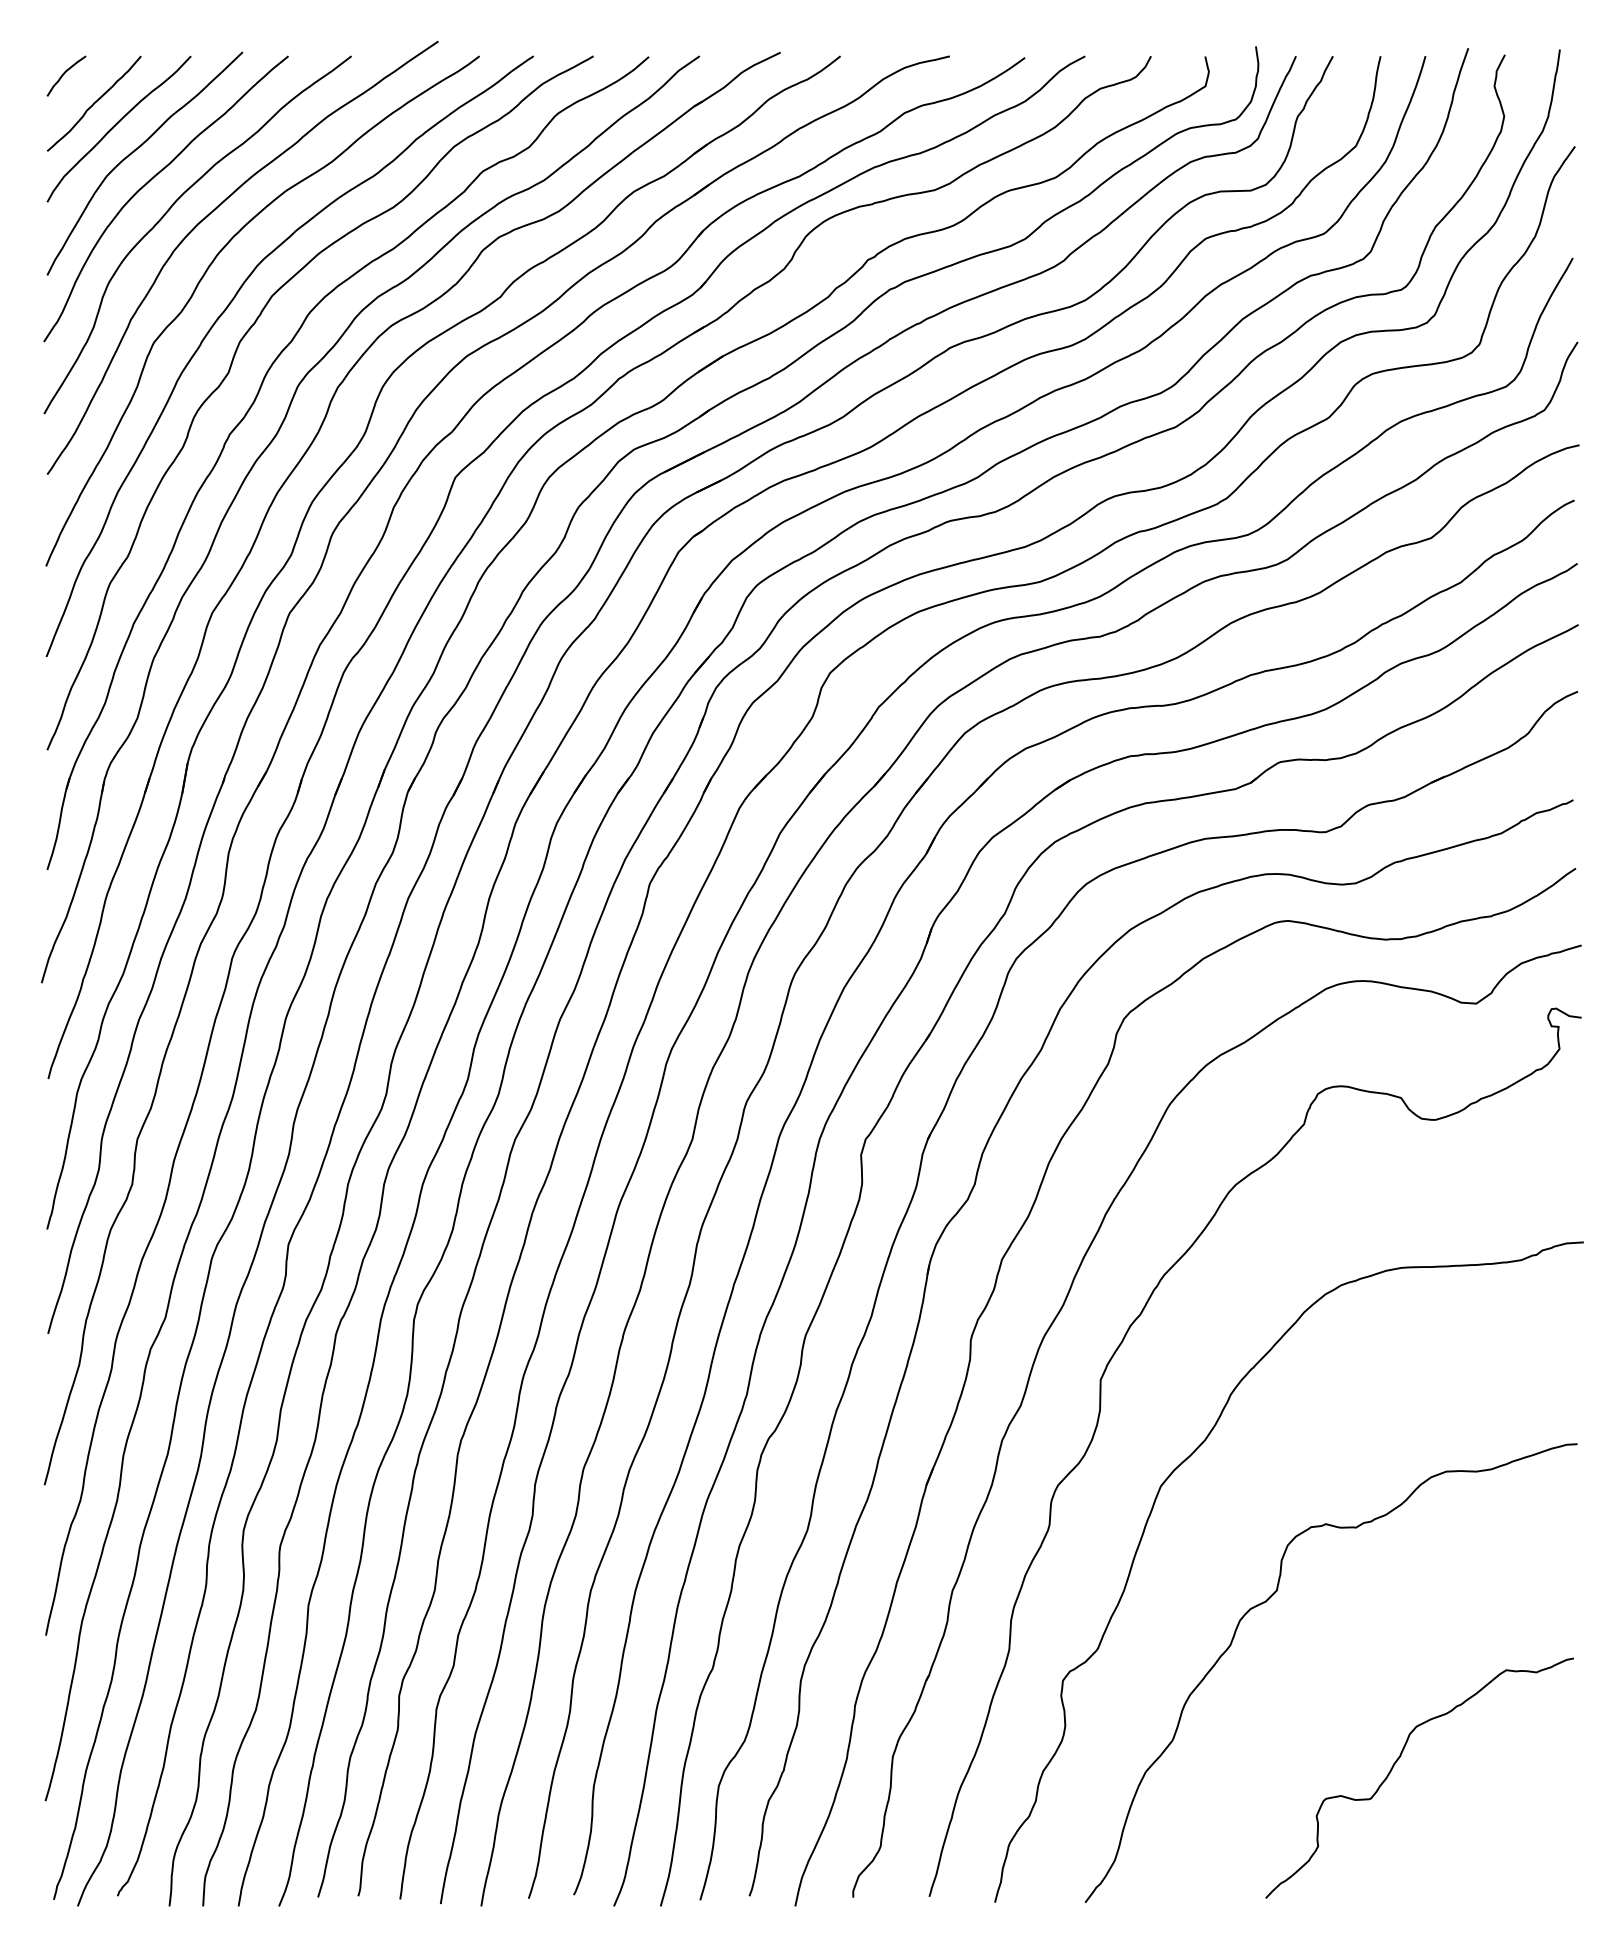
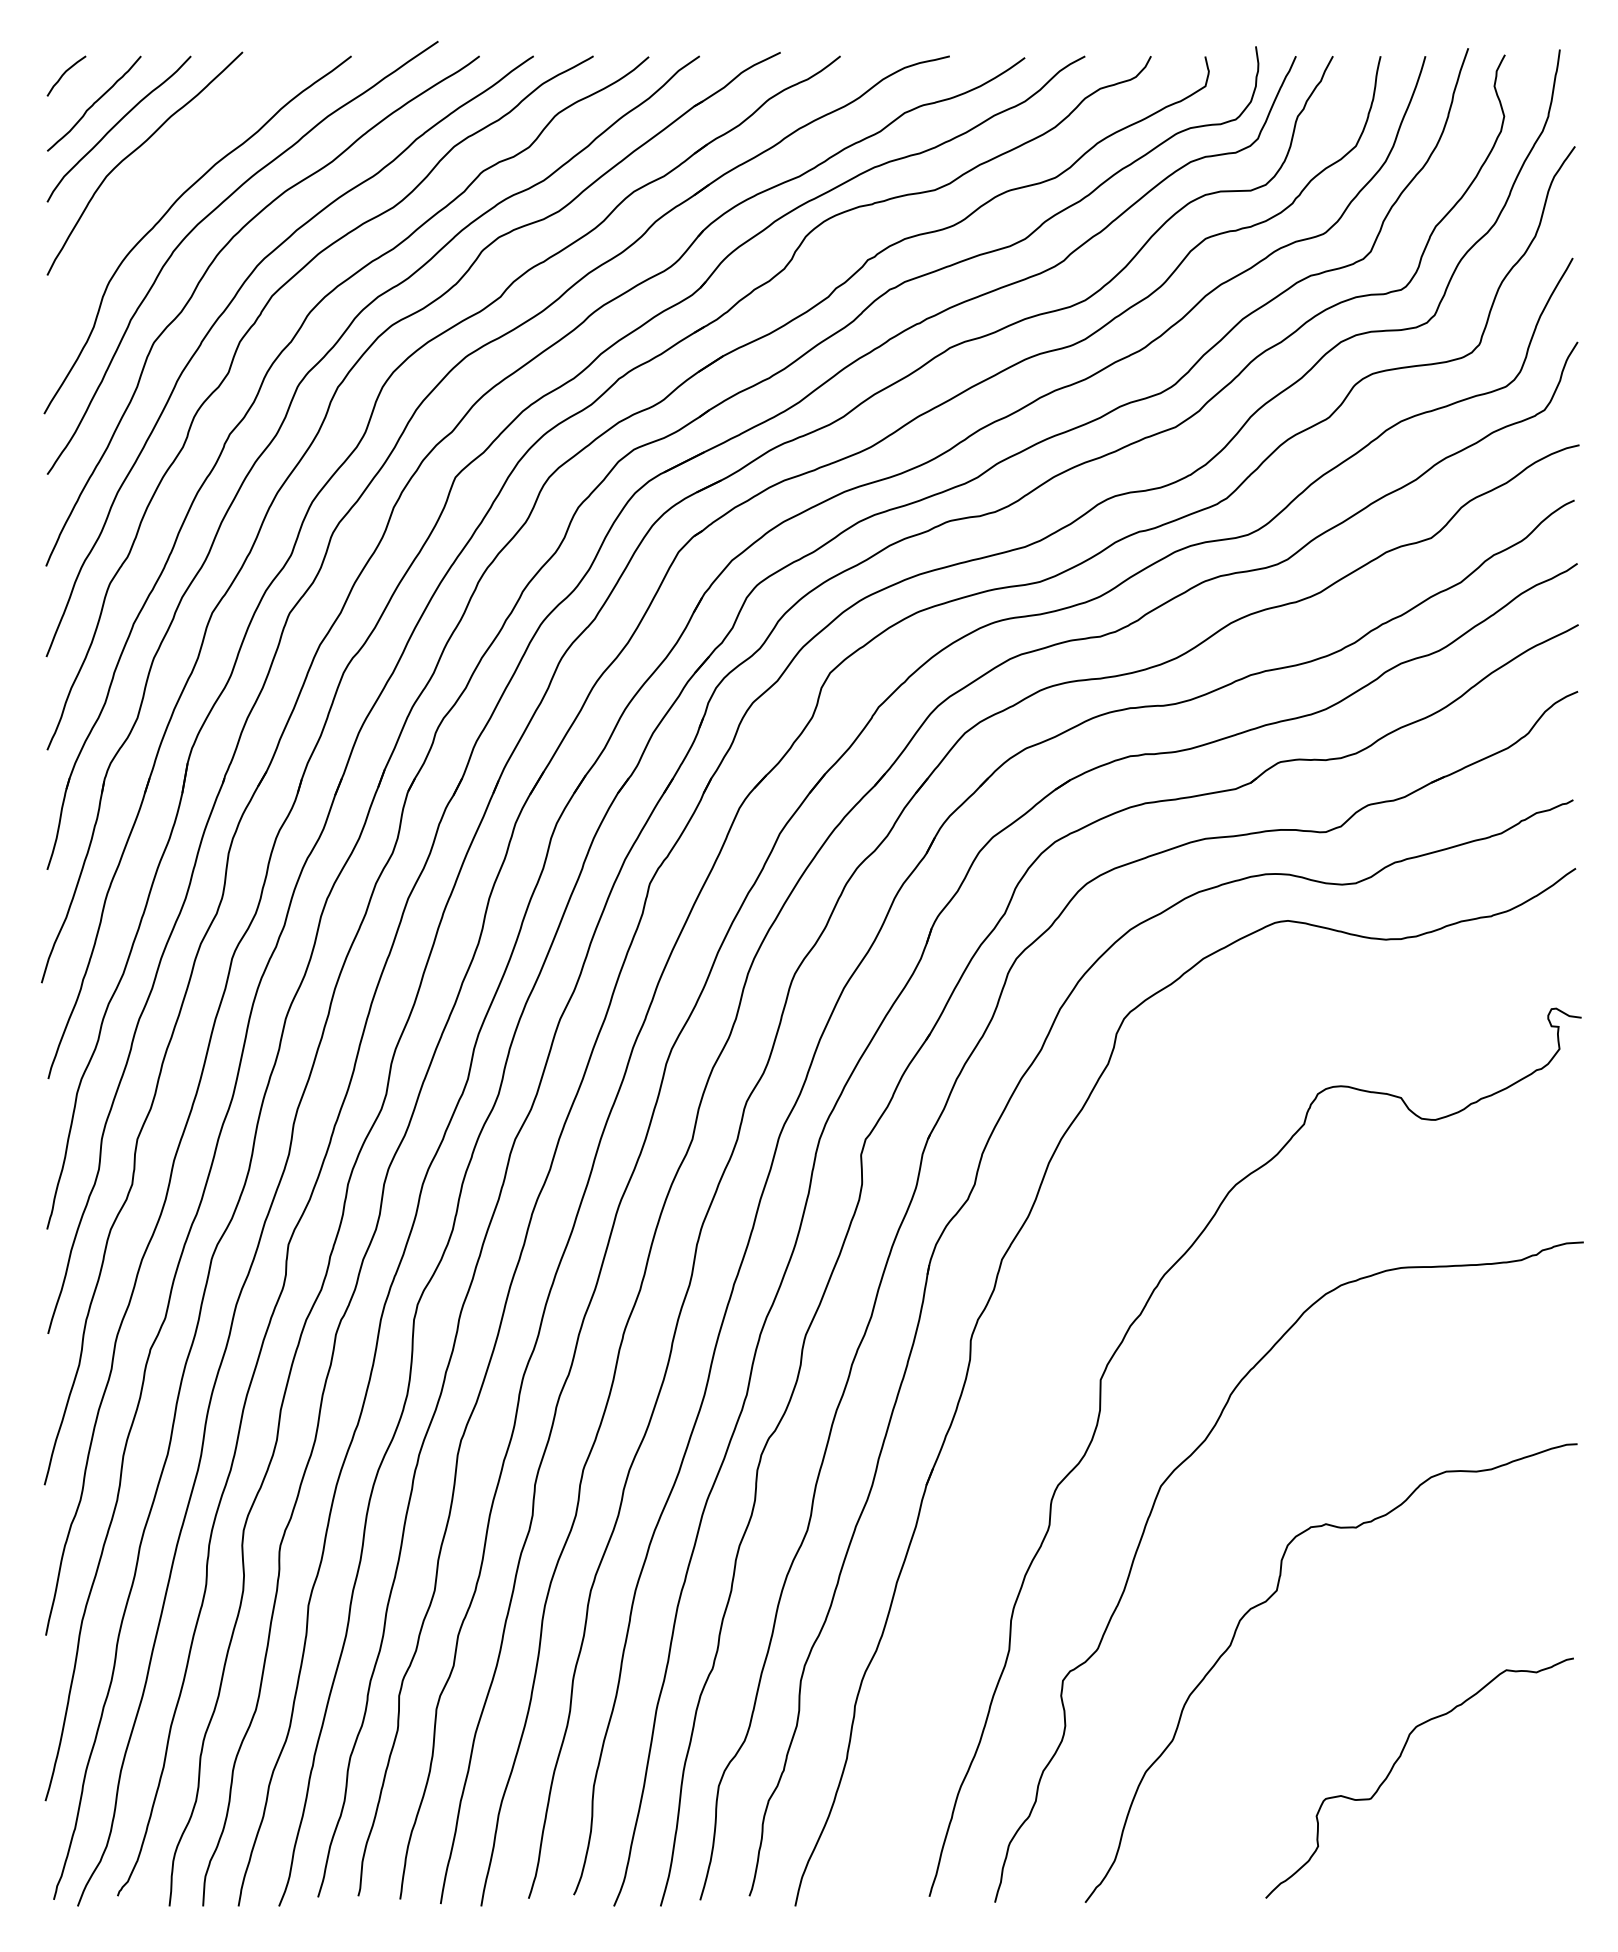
curve at (149, 182): present -> none
part at (1055, 1320): present -> none
